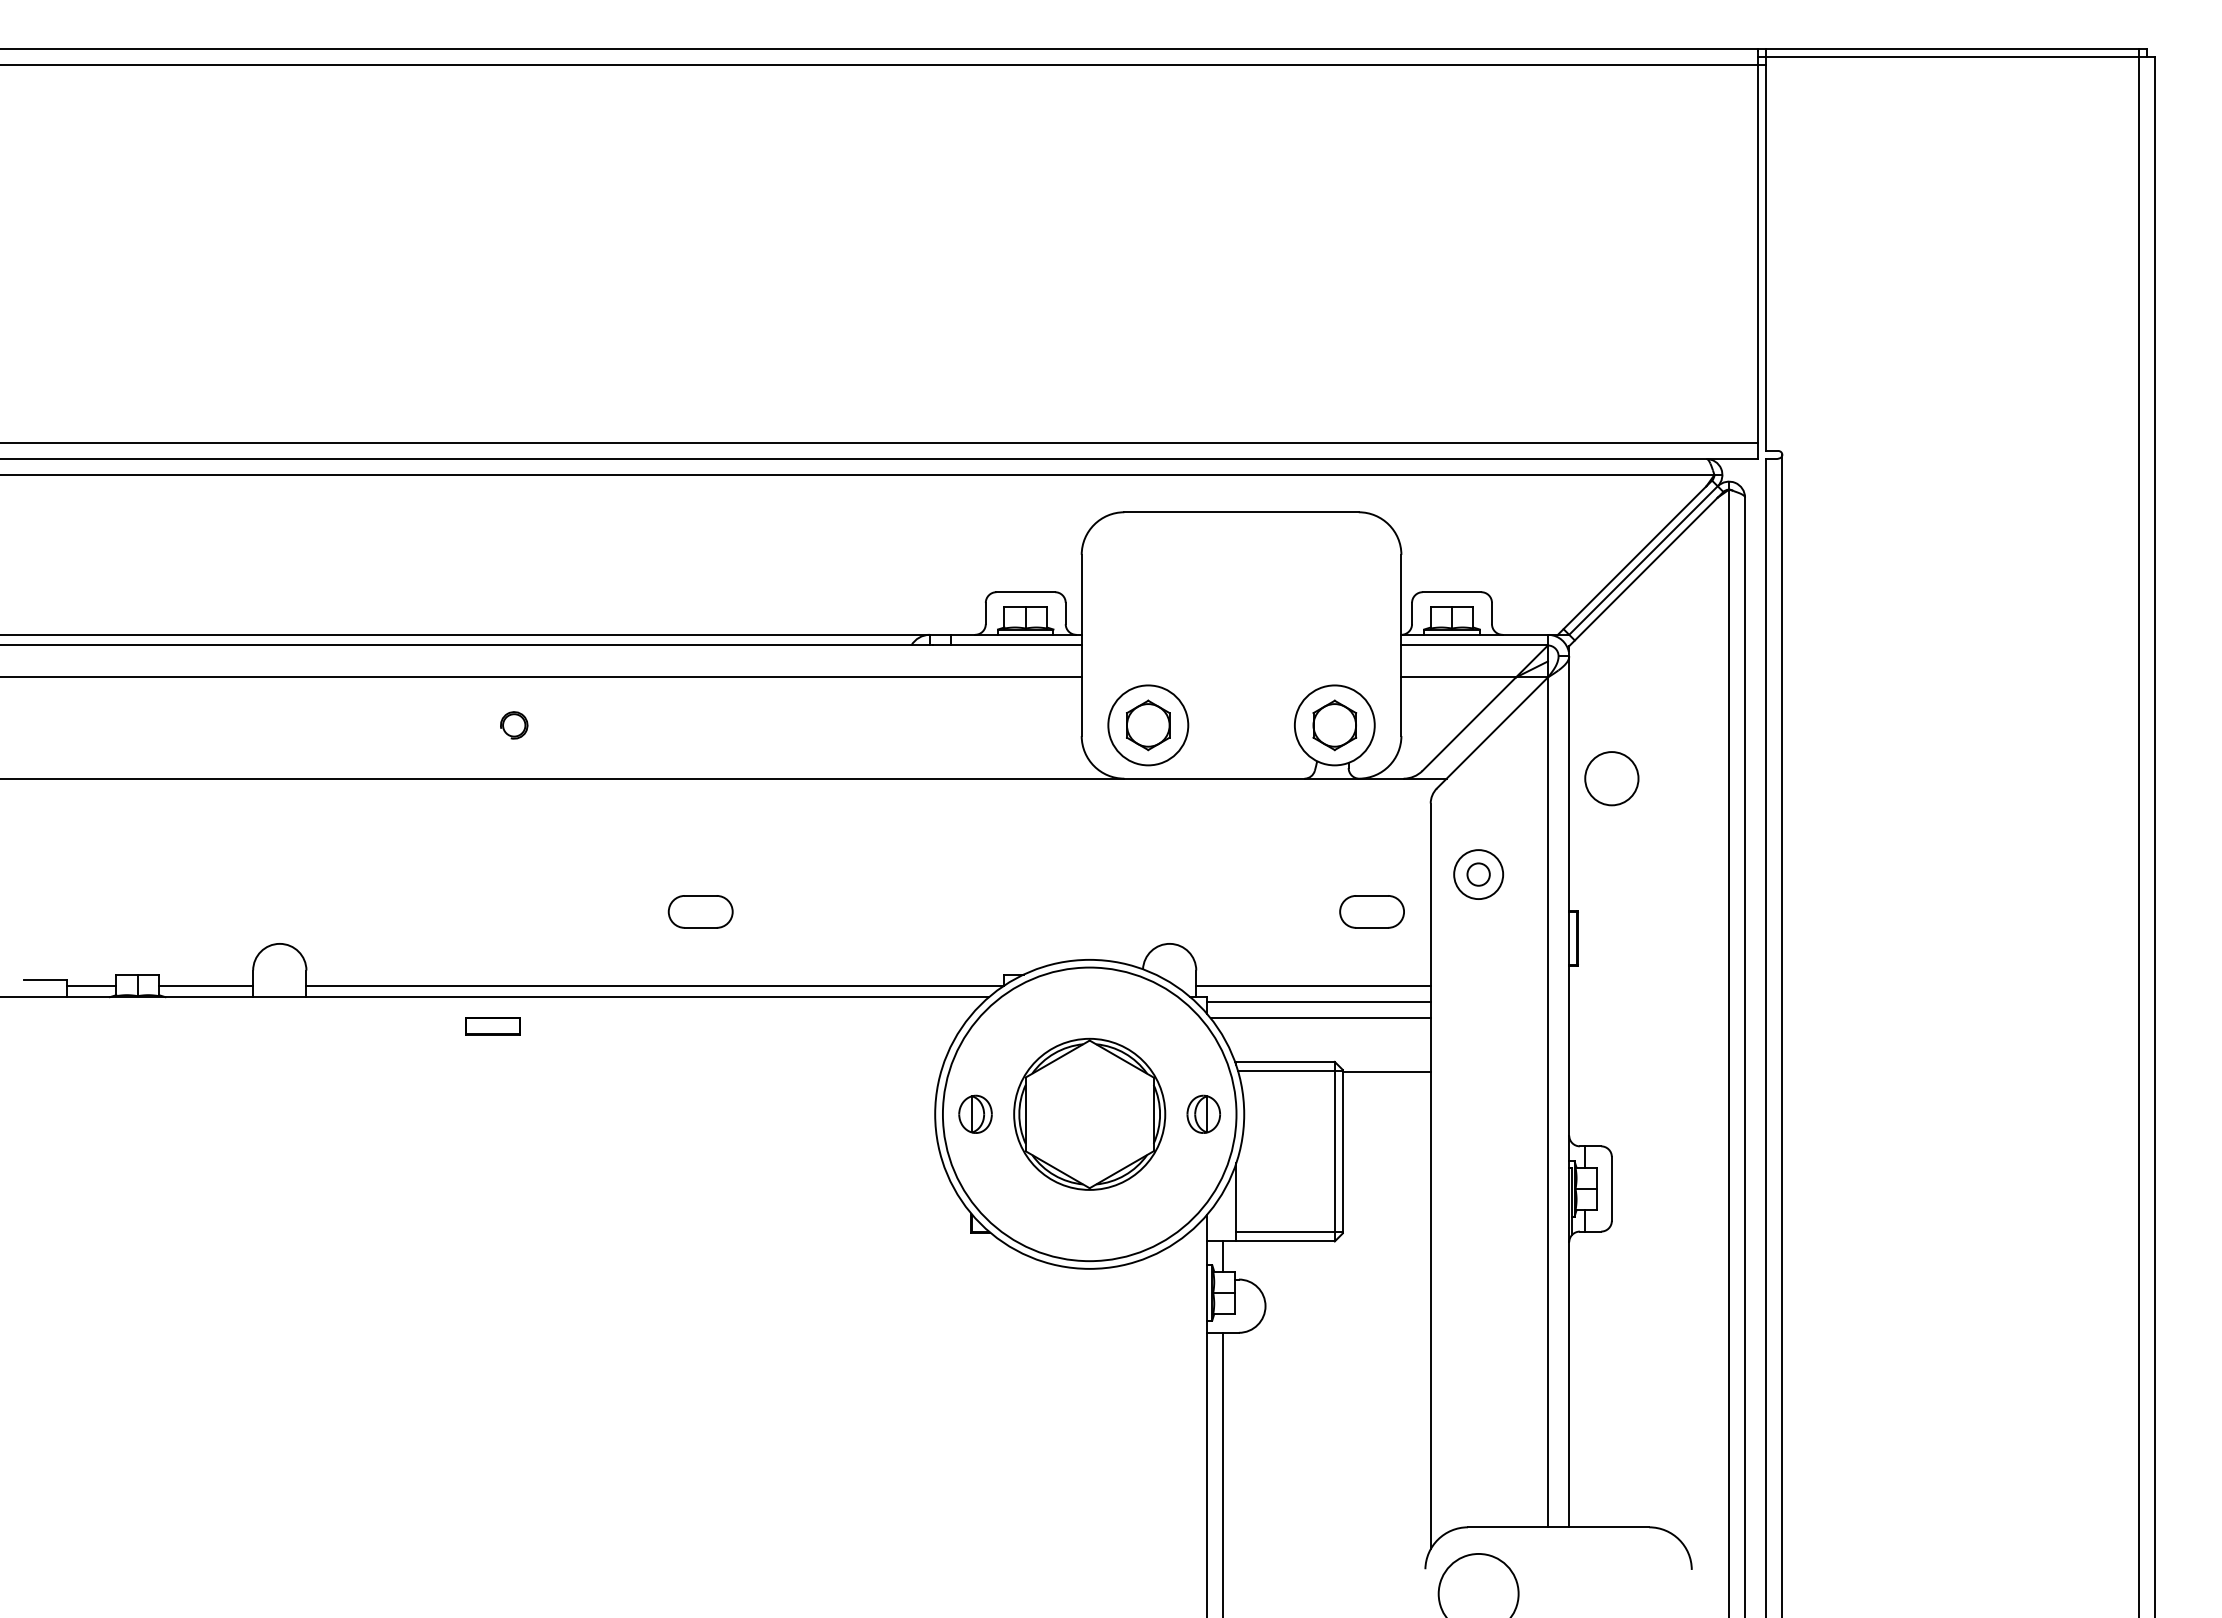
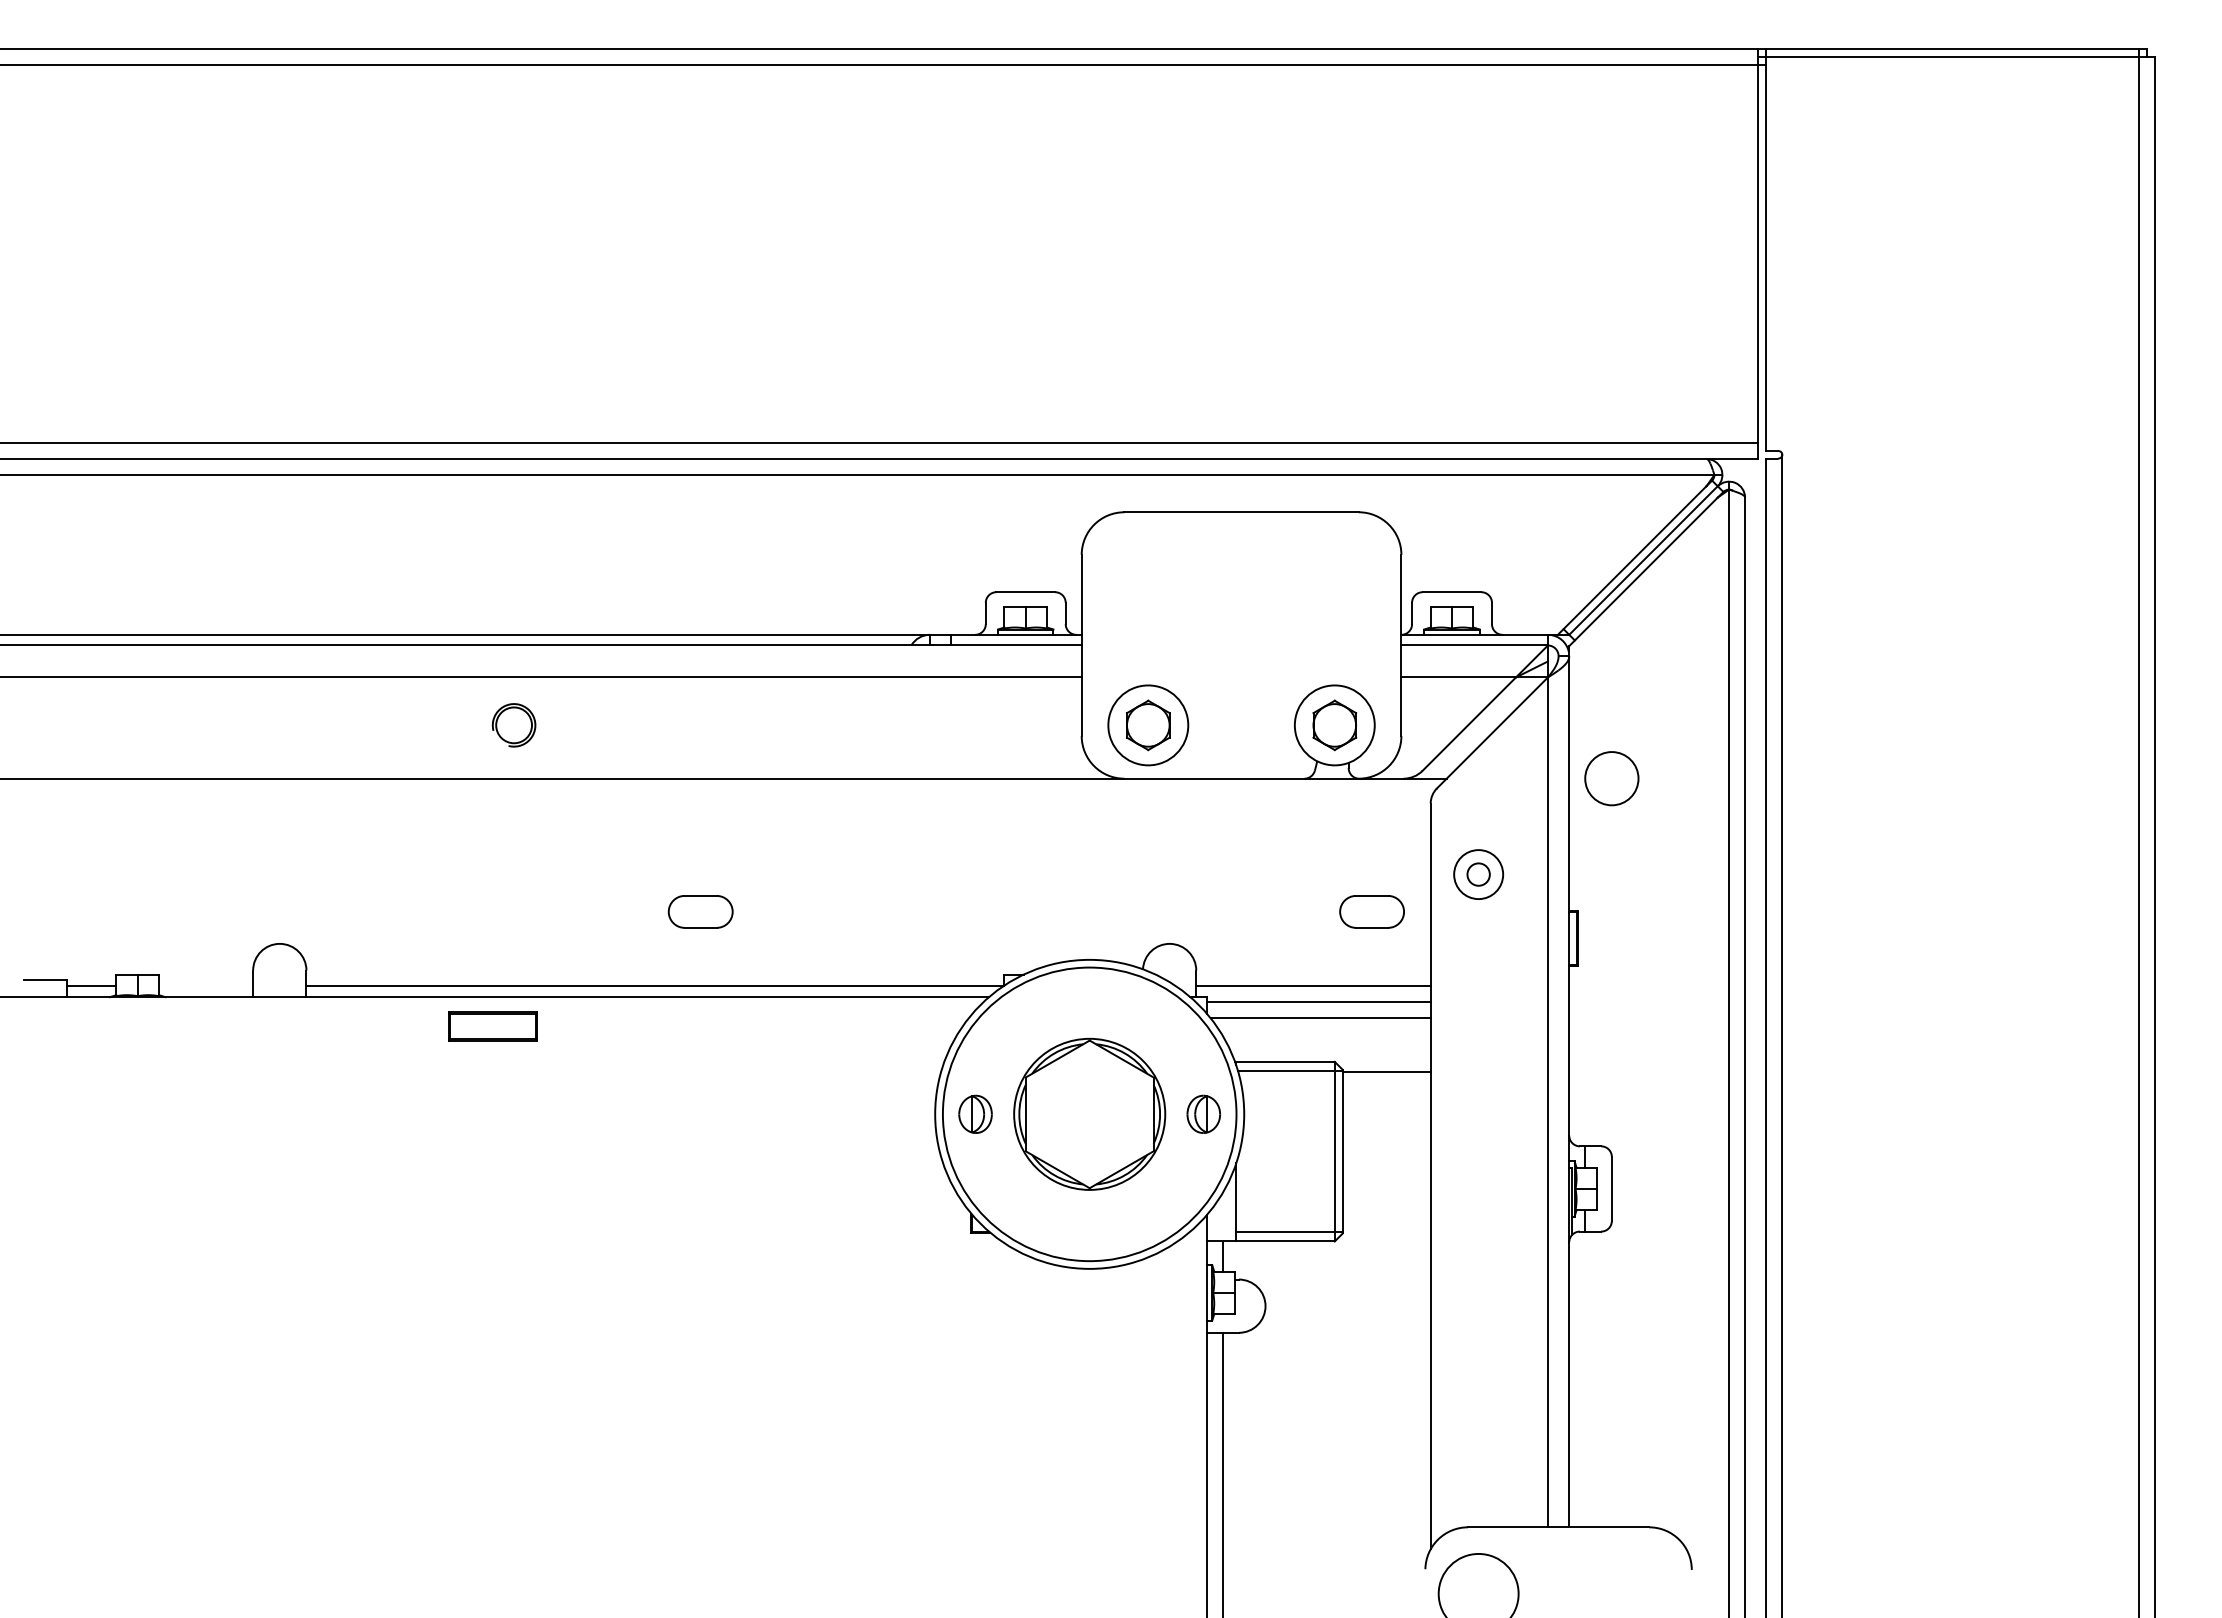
part at (514, 725) size: 29x29 px -> 46x45 px
line at (206, 986): present -> none
part at (492, 1026) size: 56x19 px -> 90x31 px
